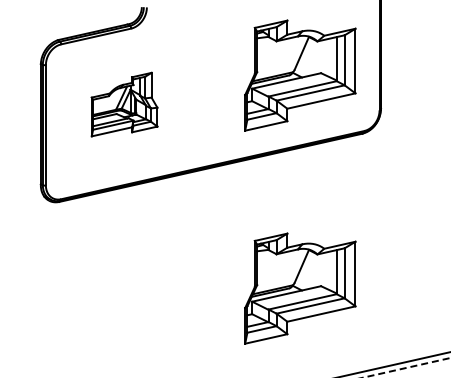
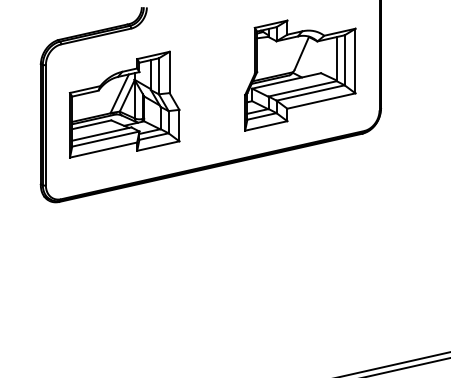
part at (124, 104) size: 69x67 px -> 113x109 px
part at (300, 288): present -> none
line at (406, 367): dashed -> solid
